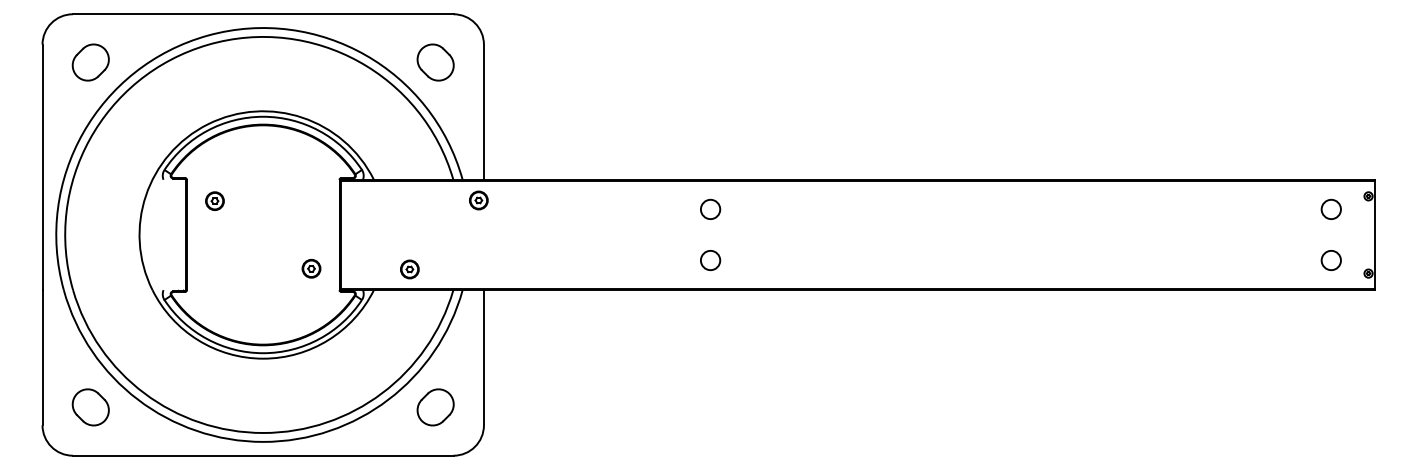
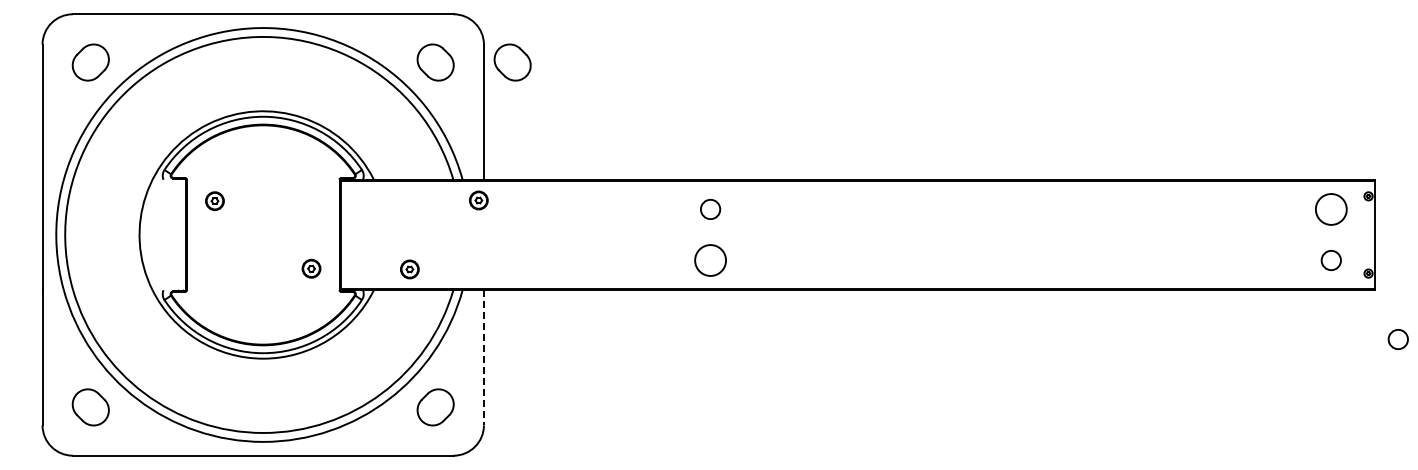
part at (512, 62): none -> present
circle at (1330, 209) diameter: 19 px -> 31 px
circle at (710, 260) diameter: 19 px -> 31 px
circle at (1397, 339): none -> present
line at (483, 357): solid -> dashed
